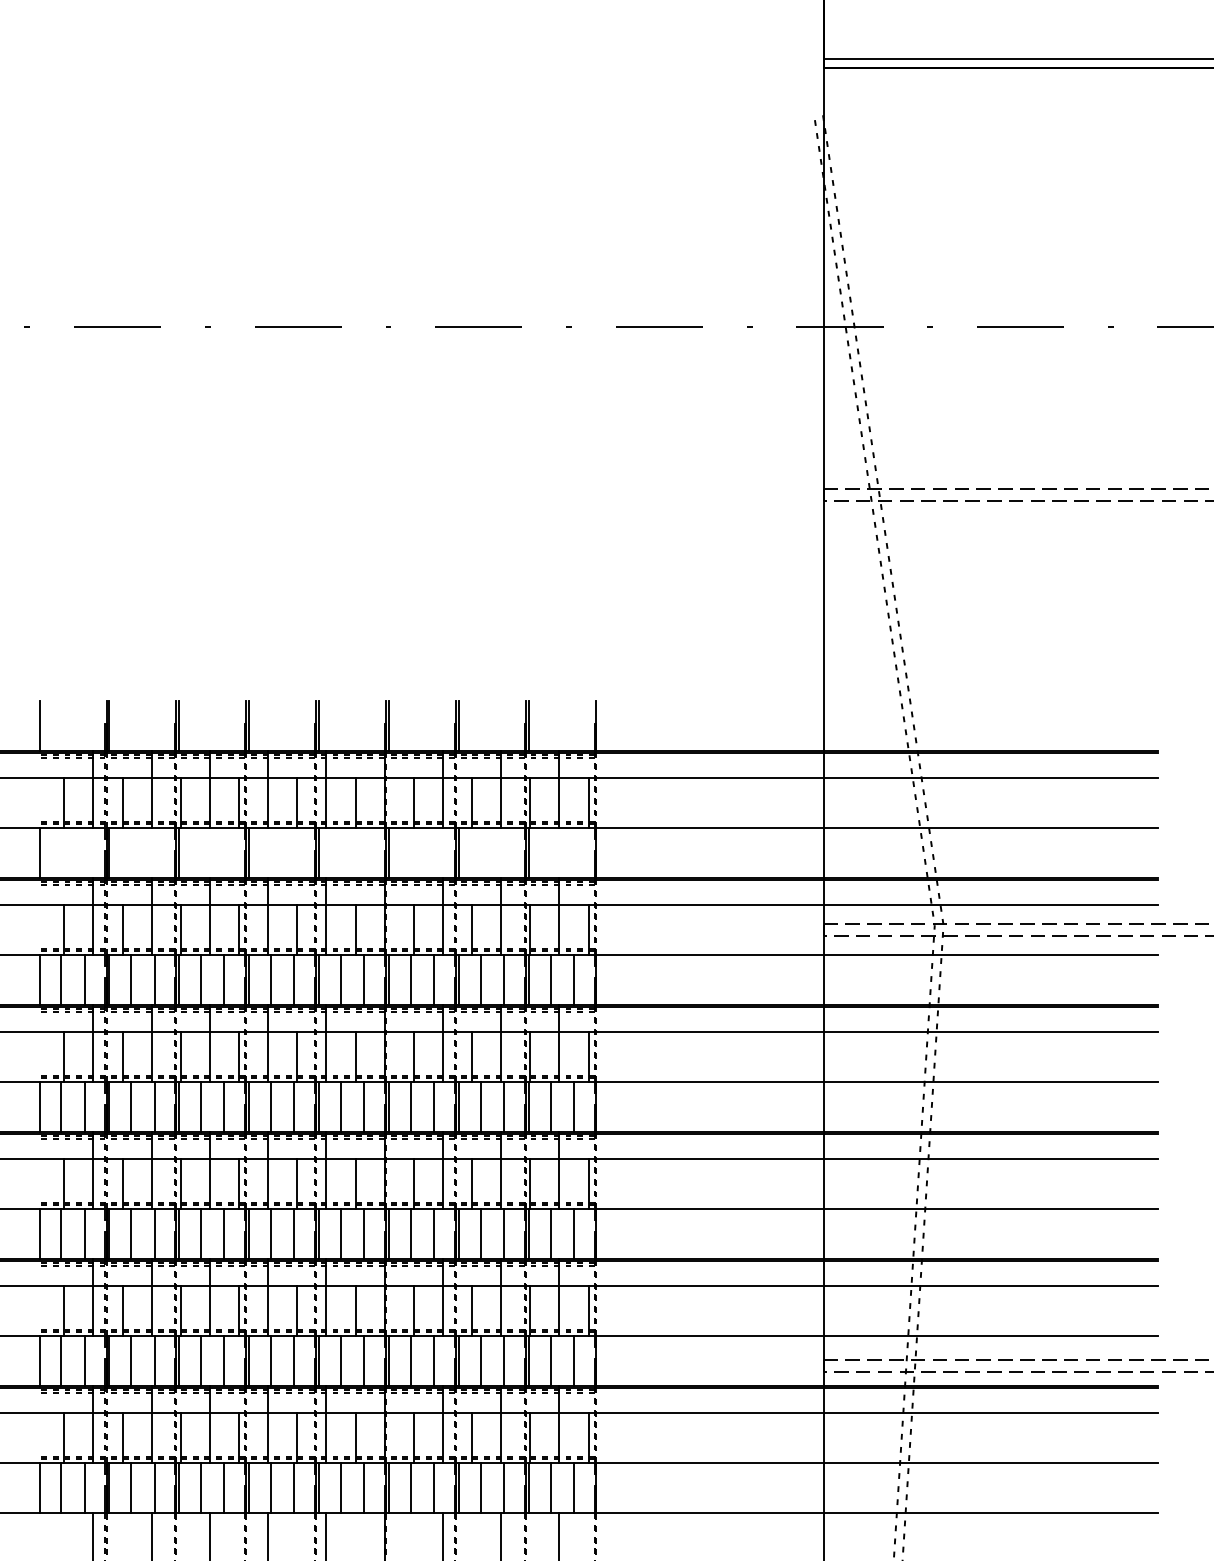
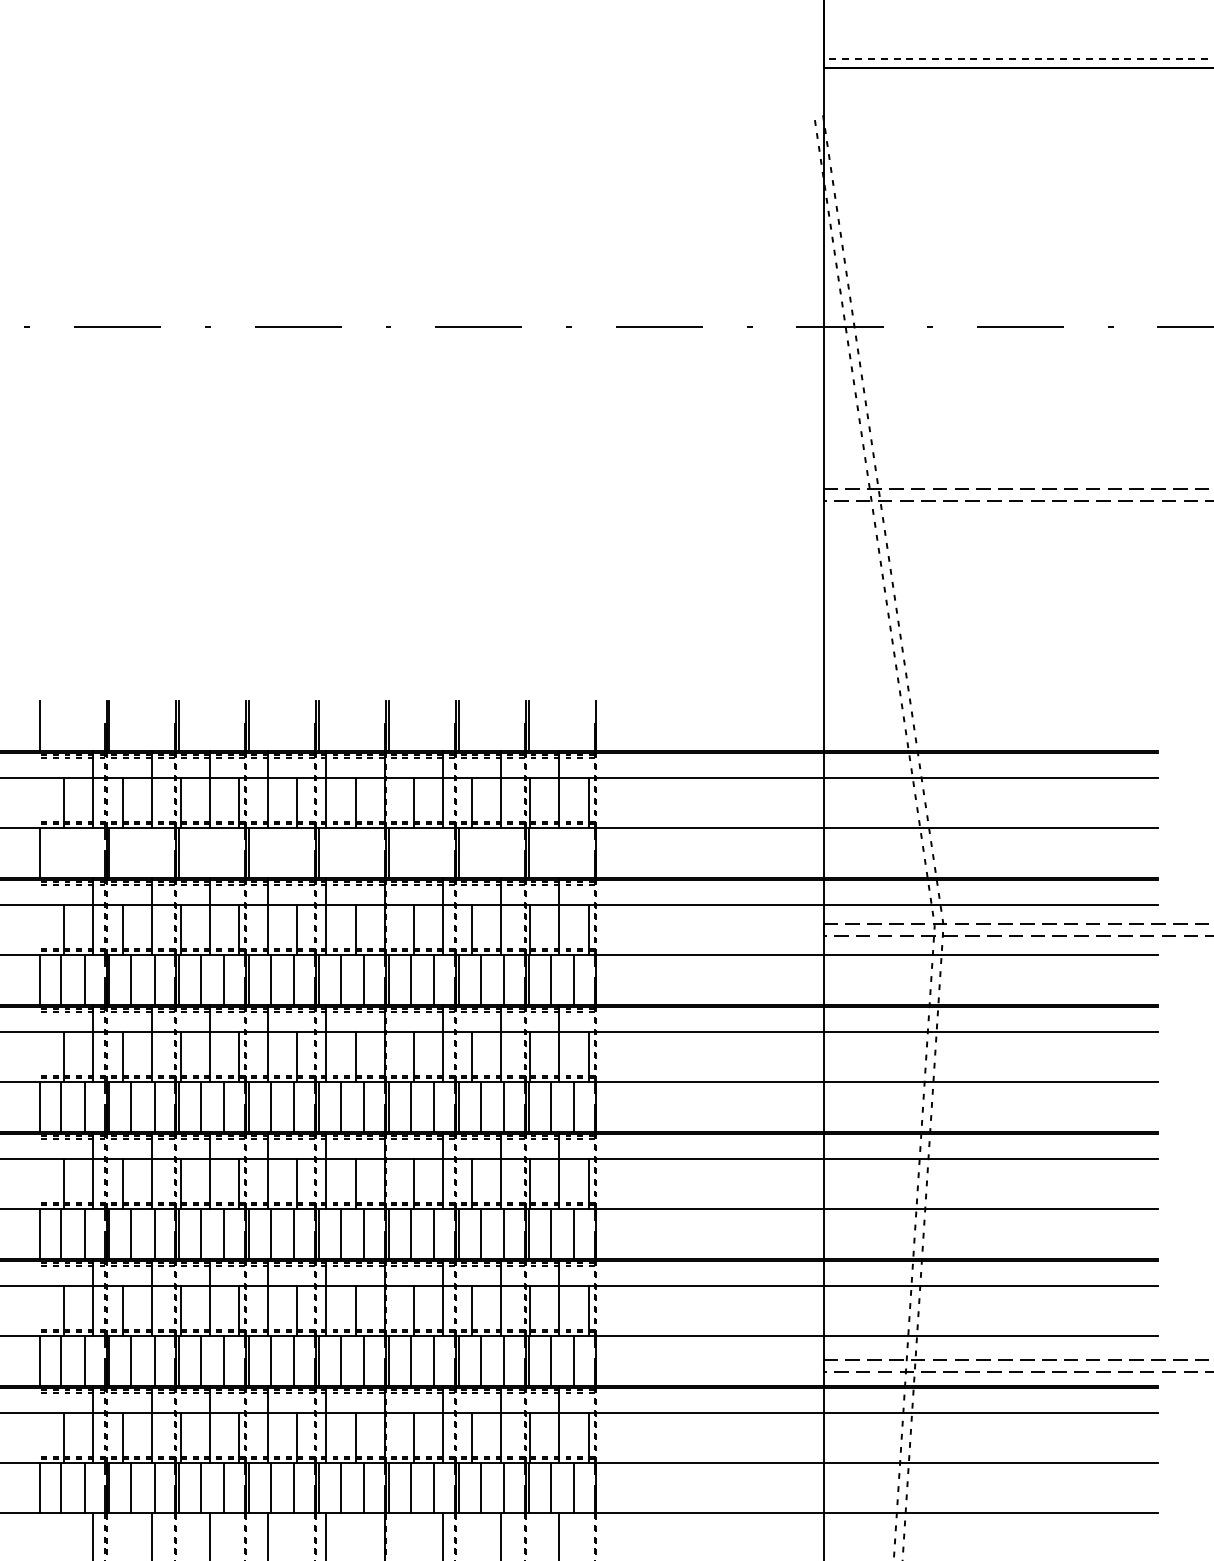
line at (1018, 59): solid -> dashed
